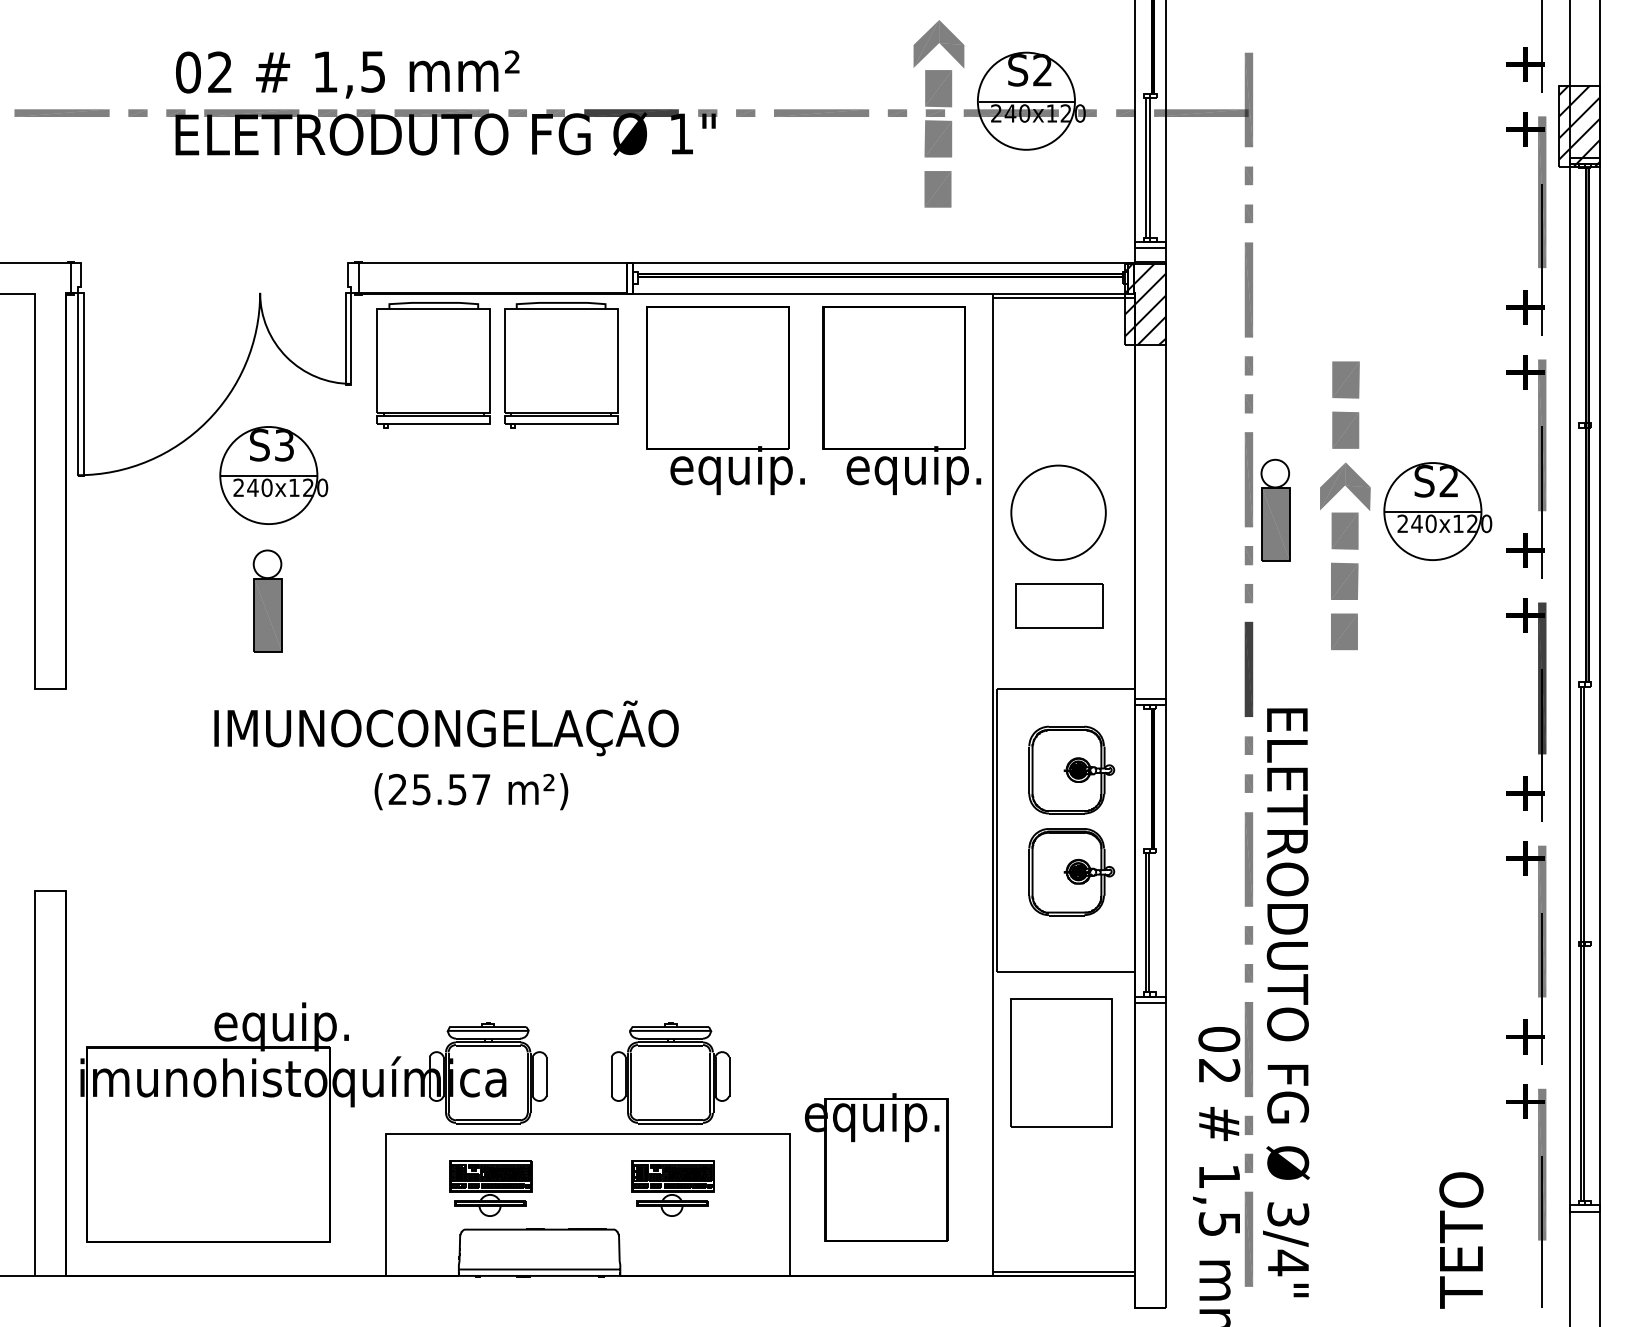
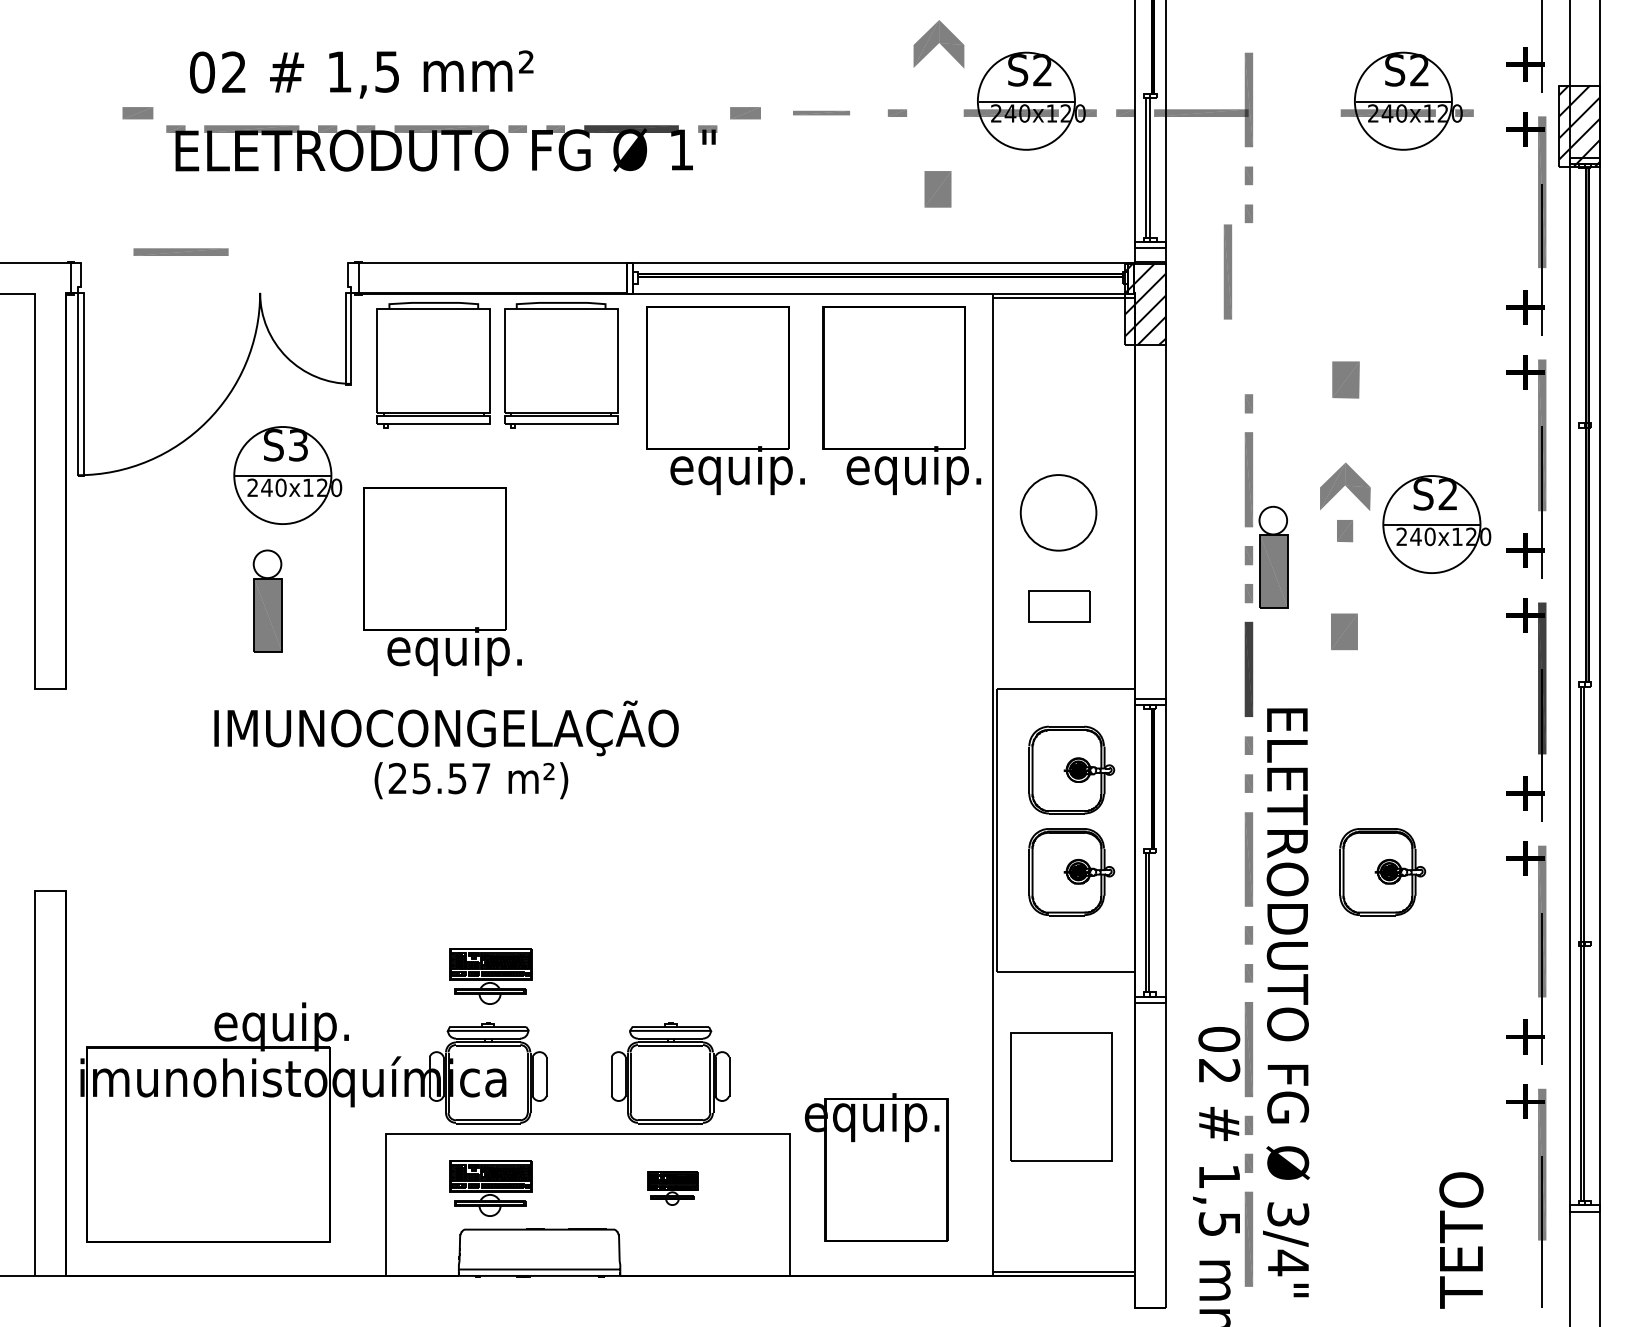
text at (347, 74) position: (347, 74) -> (361, 74)
part at (1406, 100): none -> present
part at (61, 112) position: (61, 112) -> (180, 251)
part at (137, 112) size: 20x8 px -> 32x13 px
part at (745, 112) size: 20x8 px -> 31x13 px
part at (821, 112) size: 95x8 px -> 57x5 px
part at (937, 113): present -> none
text at (441, 132) position: (441, 132) -> (441, 148)
part at (1248, 289) position: (1248, 289) -> (1227, 271)
part at (1248, 365): present -> none
part at (1345, 429): present -> none
part at (273, 475) position: (273, 475) -> (287, 475)
part at (1275, 509) position: (1275, 509) -> (1273, 556)
part at (1437, 511) position: (1437, 511) -> (1436, 524)
circle at (1058, 512) diameter: 95 px -> 76 px
part at (1344, 530) size: 28x38 px -> 16x23 px
part at (1344, 580): present -> none
part at (442, 581): none -> present
part at (1059, 605) size: 89x46 px -> 63x33 px
text at (471, 791) position: (471, 791) -> (471, 780)
part at (1382, 872): none -> present
part at (490, 976): none -> present
part at (1061, 1062) position: (1061, 1062) -> (1061, 1096)
part at (672, 1188) size: 84x57 px -> 52x35 px
